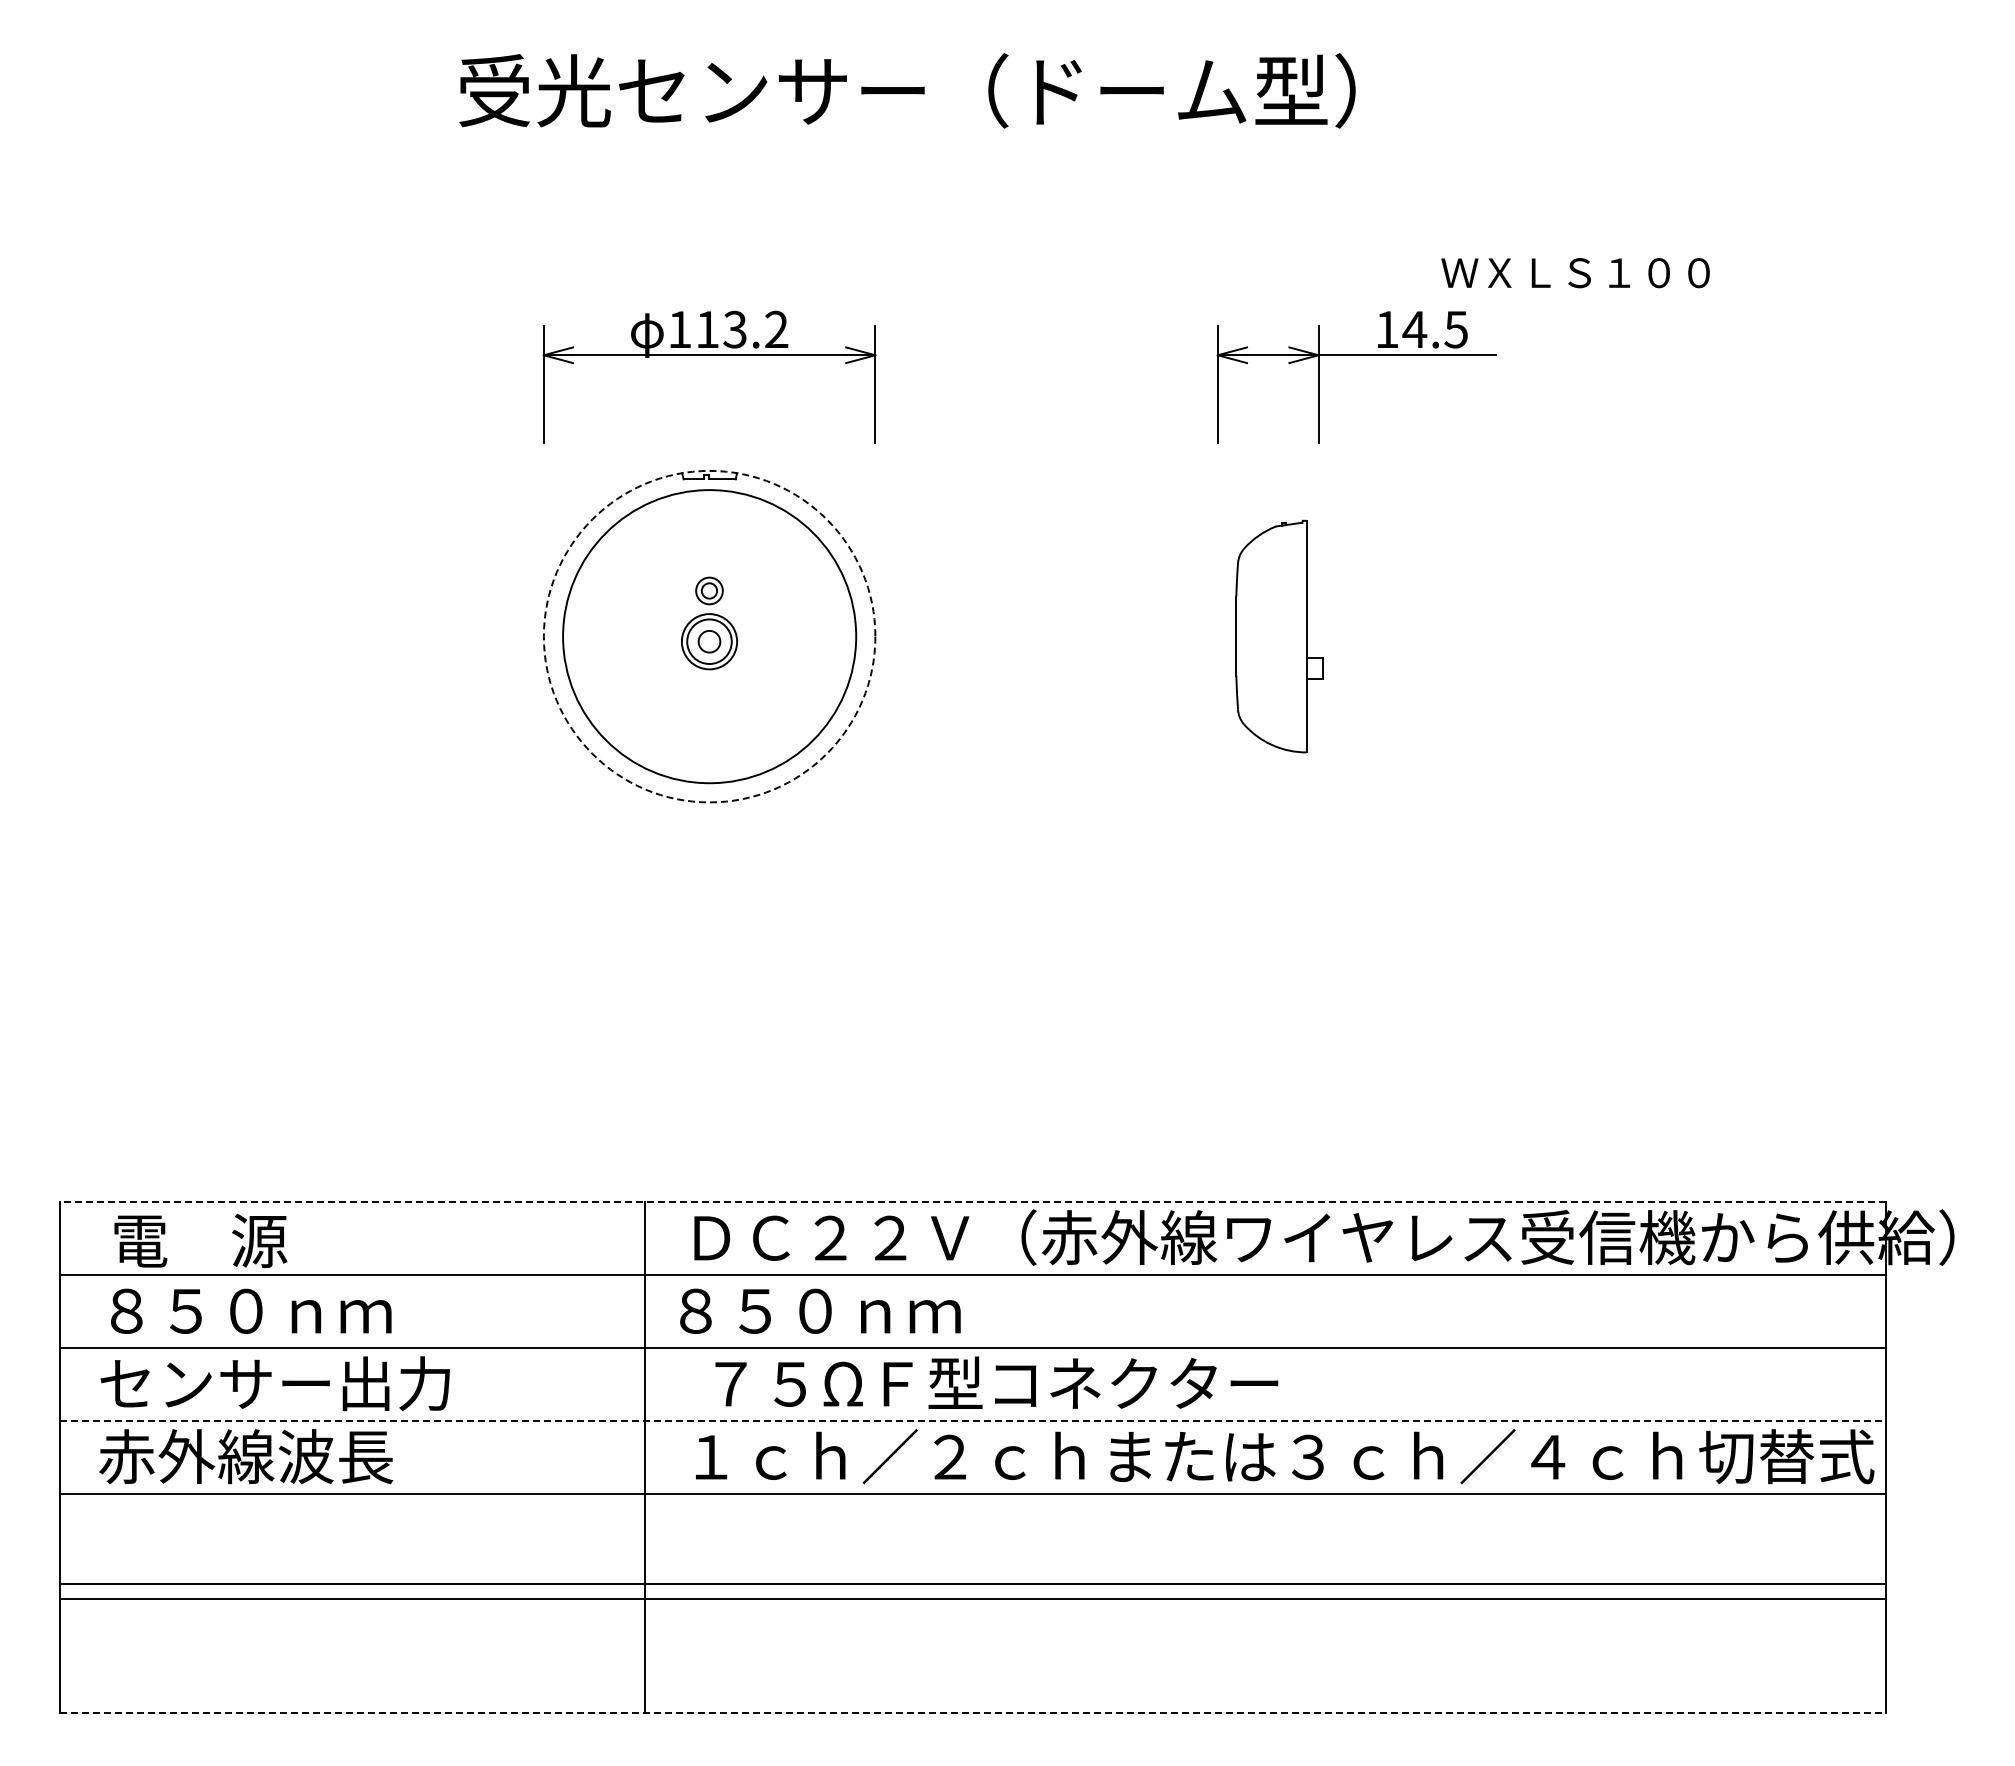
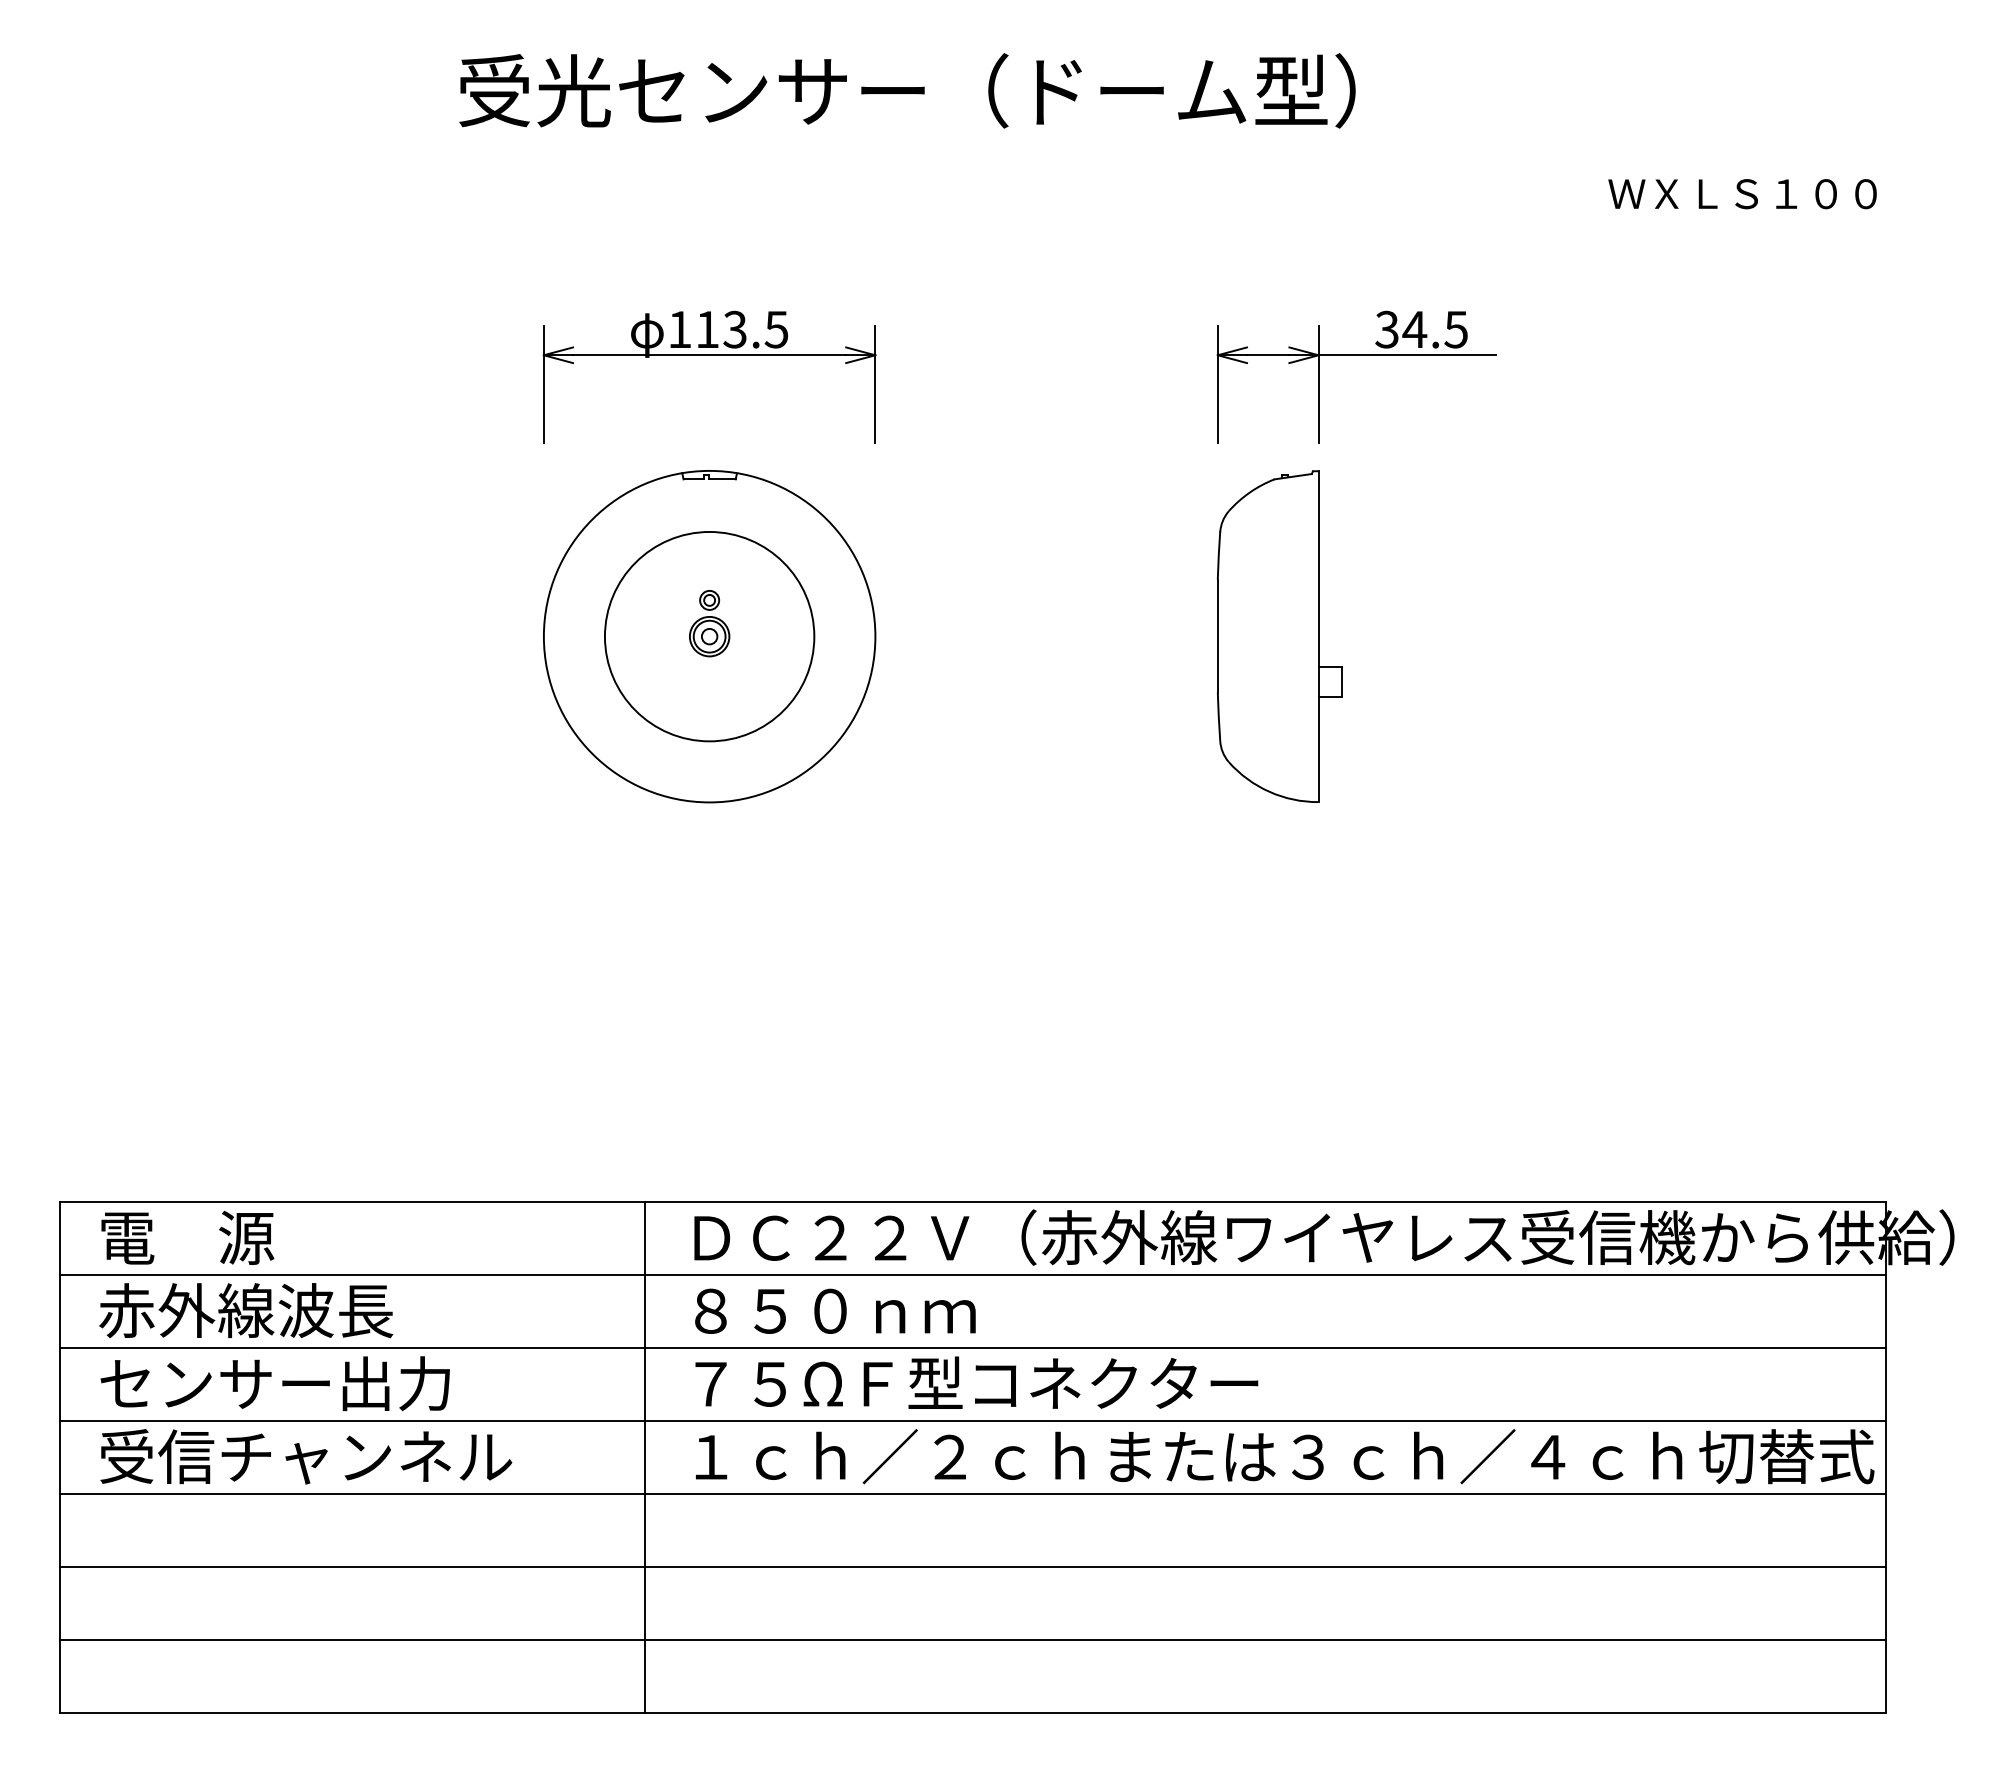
text at (1575, 273) position: (1575, 273) -> (1742, 194)
text at (776, 329): 113.2 -> 113.5
text at (1386, 329): 14.5 -> 34.5
part at (709, 623) size: 57x95 px -> 42x68 px
circle at (709, 636) diameter: 293 px -> 209 px
circle at (709, 636): dashed -> solid
part at (1279, 636) size: 89x235 px -> 127x333 px
line at (973, 1201): dashed -> solid
text at (200, 1240) position: (200, 1240) -> (187, 1237)
text at (246, 1310): ８５０ｎｍ -> 赤外線波長
text at (820, 1310) position: (820, 1310) -> (835, 1310)
text at (996, 1382) position: (996, 1382) -> (976, 1382)
line at (973, 1420): dashed -> solid
text at (305, 1456): 赤外線波長 -> 受信チャンネル
line at (972, 1583) position: (972, 1583) -> (972, 1566)
line at (972, 1599) position: (972, 1599) -> (972, 1640)
line at (973, 1713): dashed -> solid
